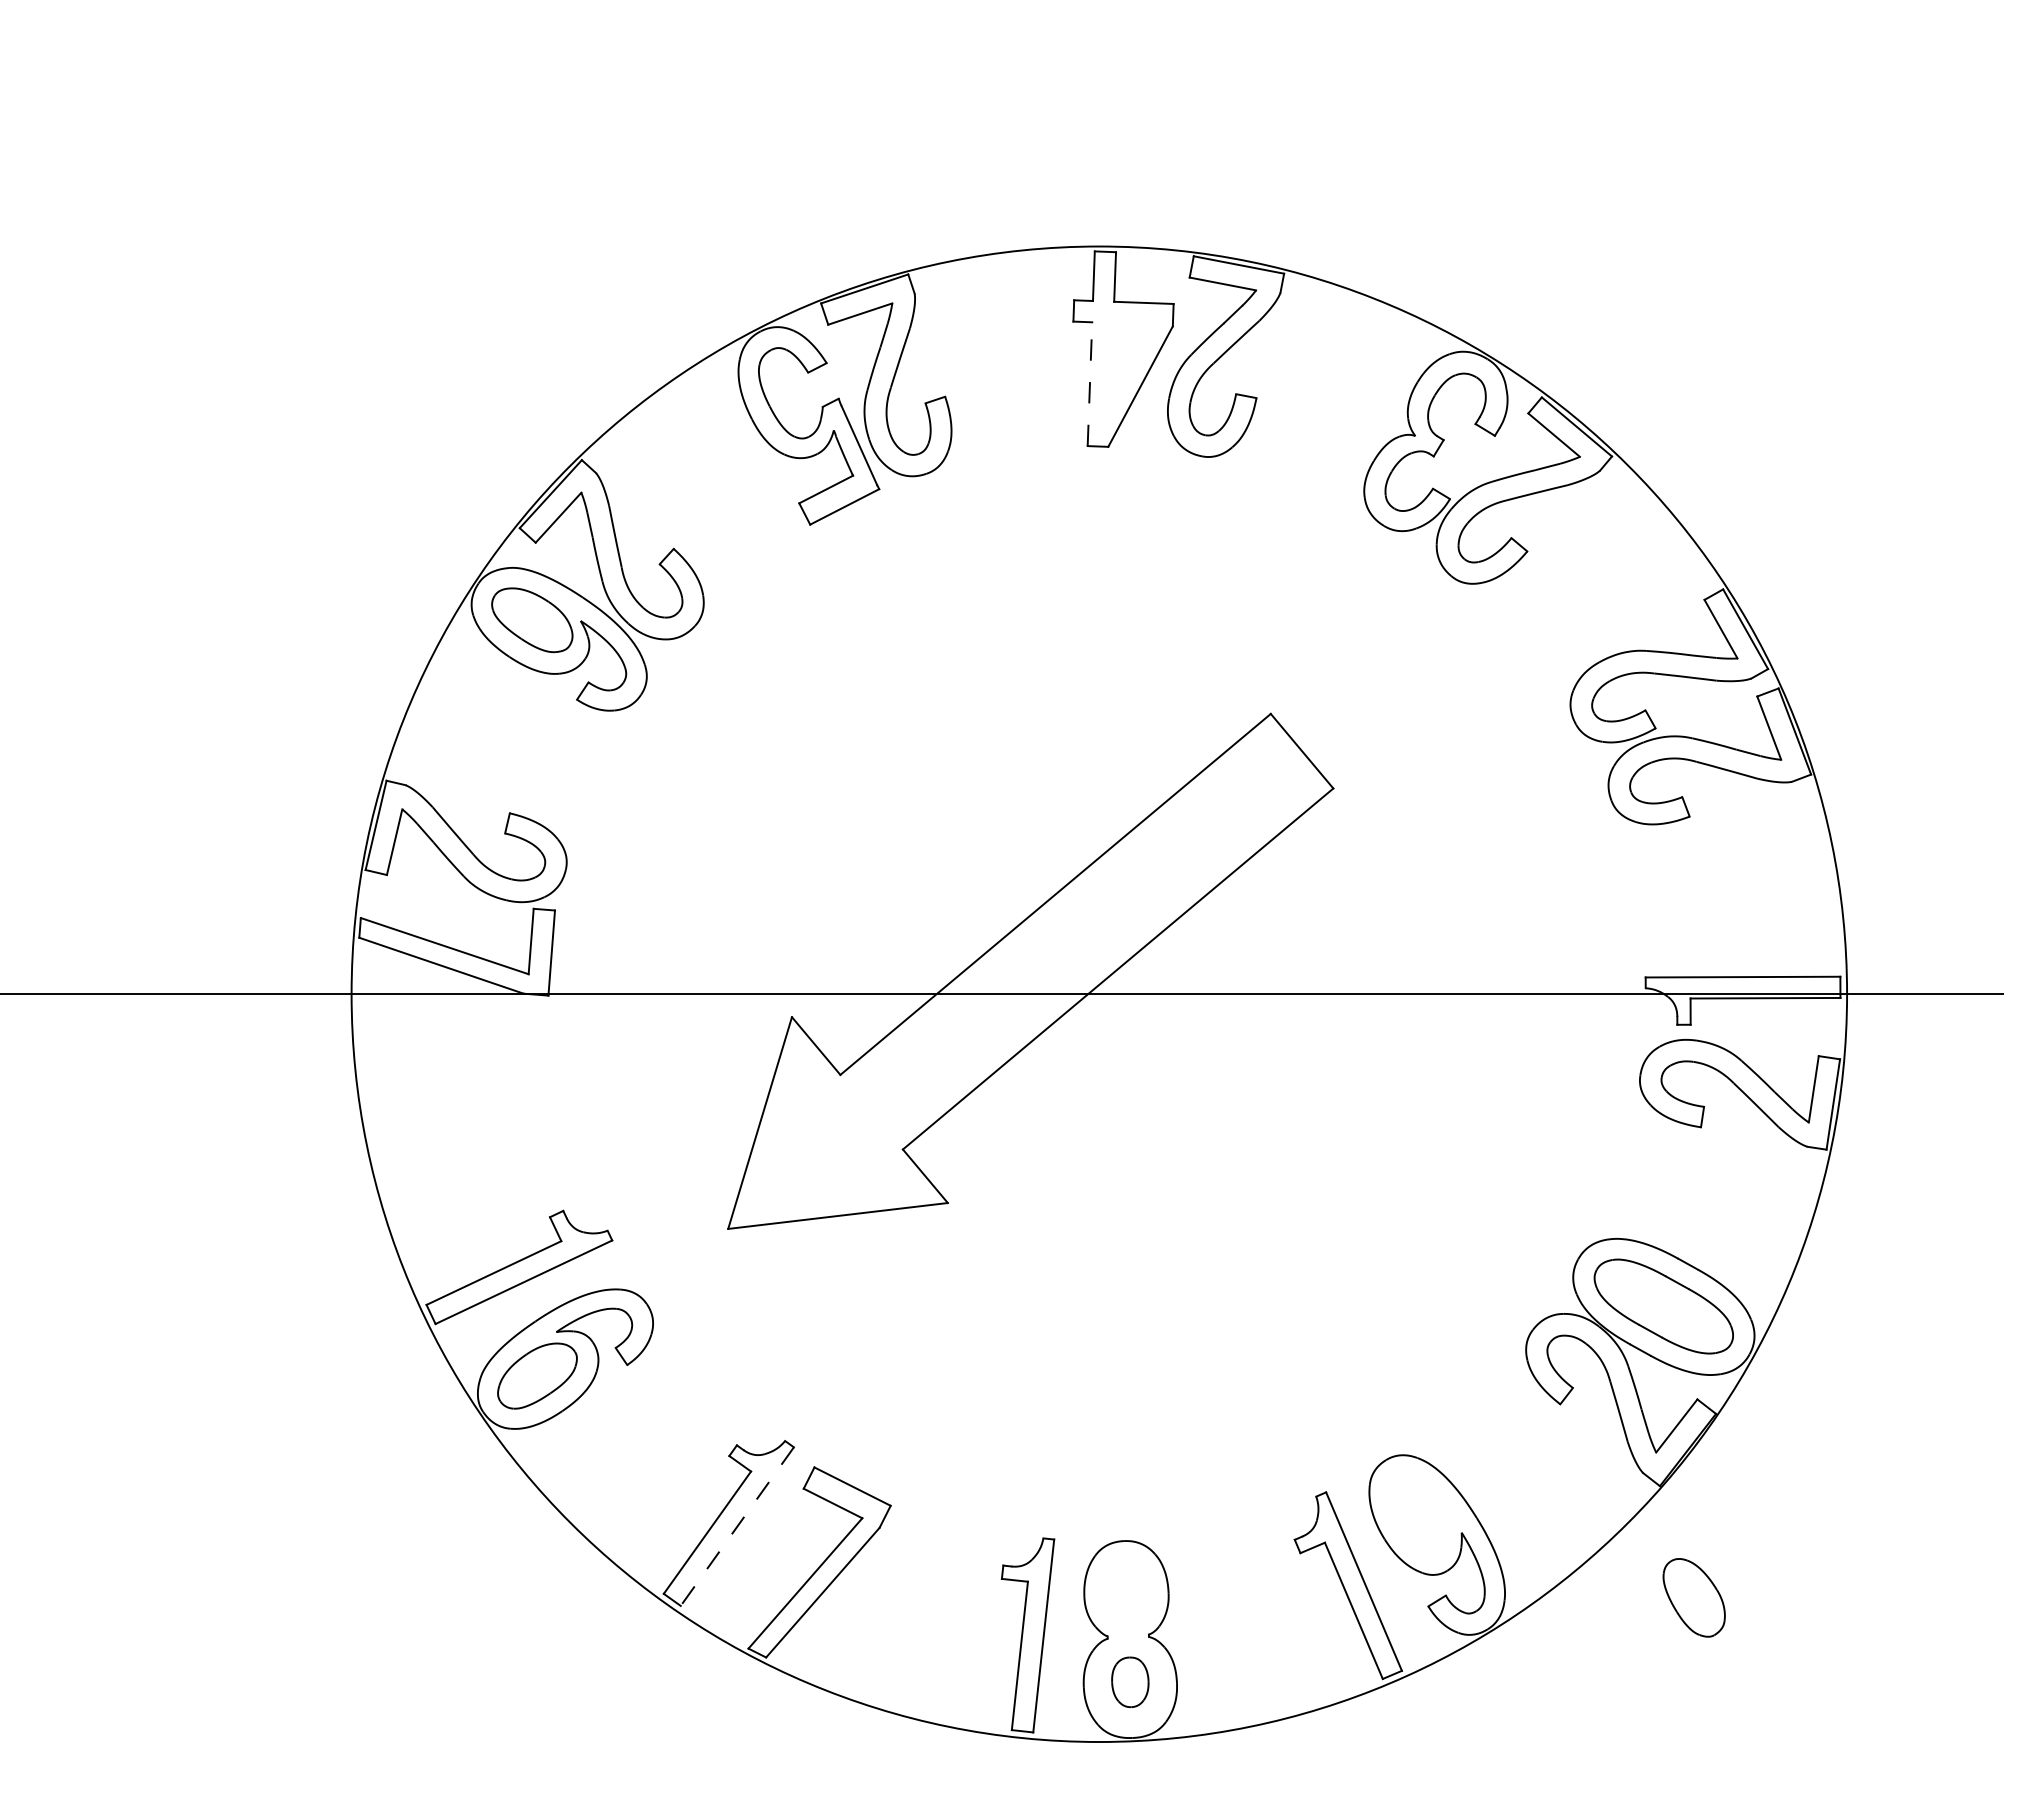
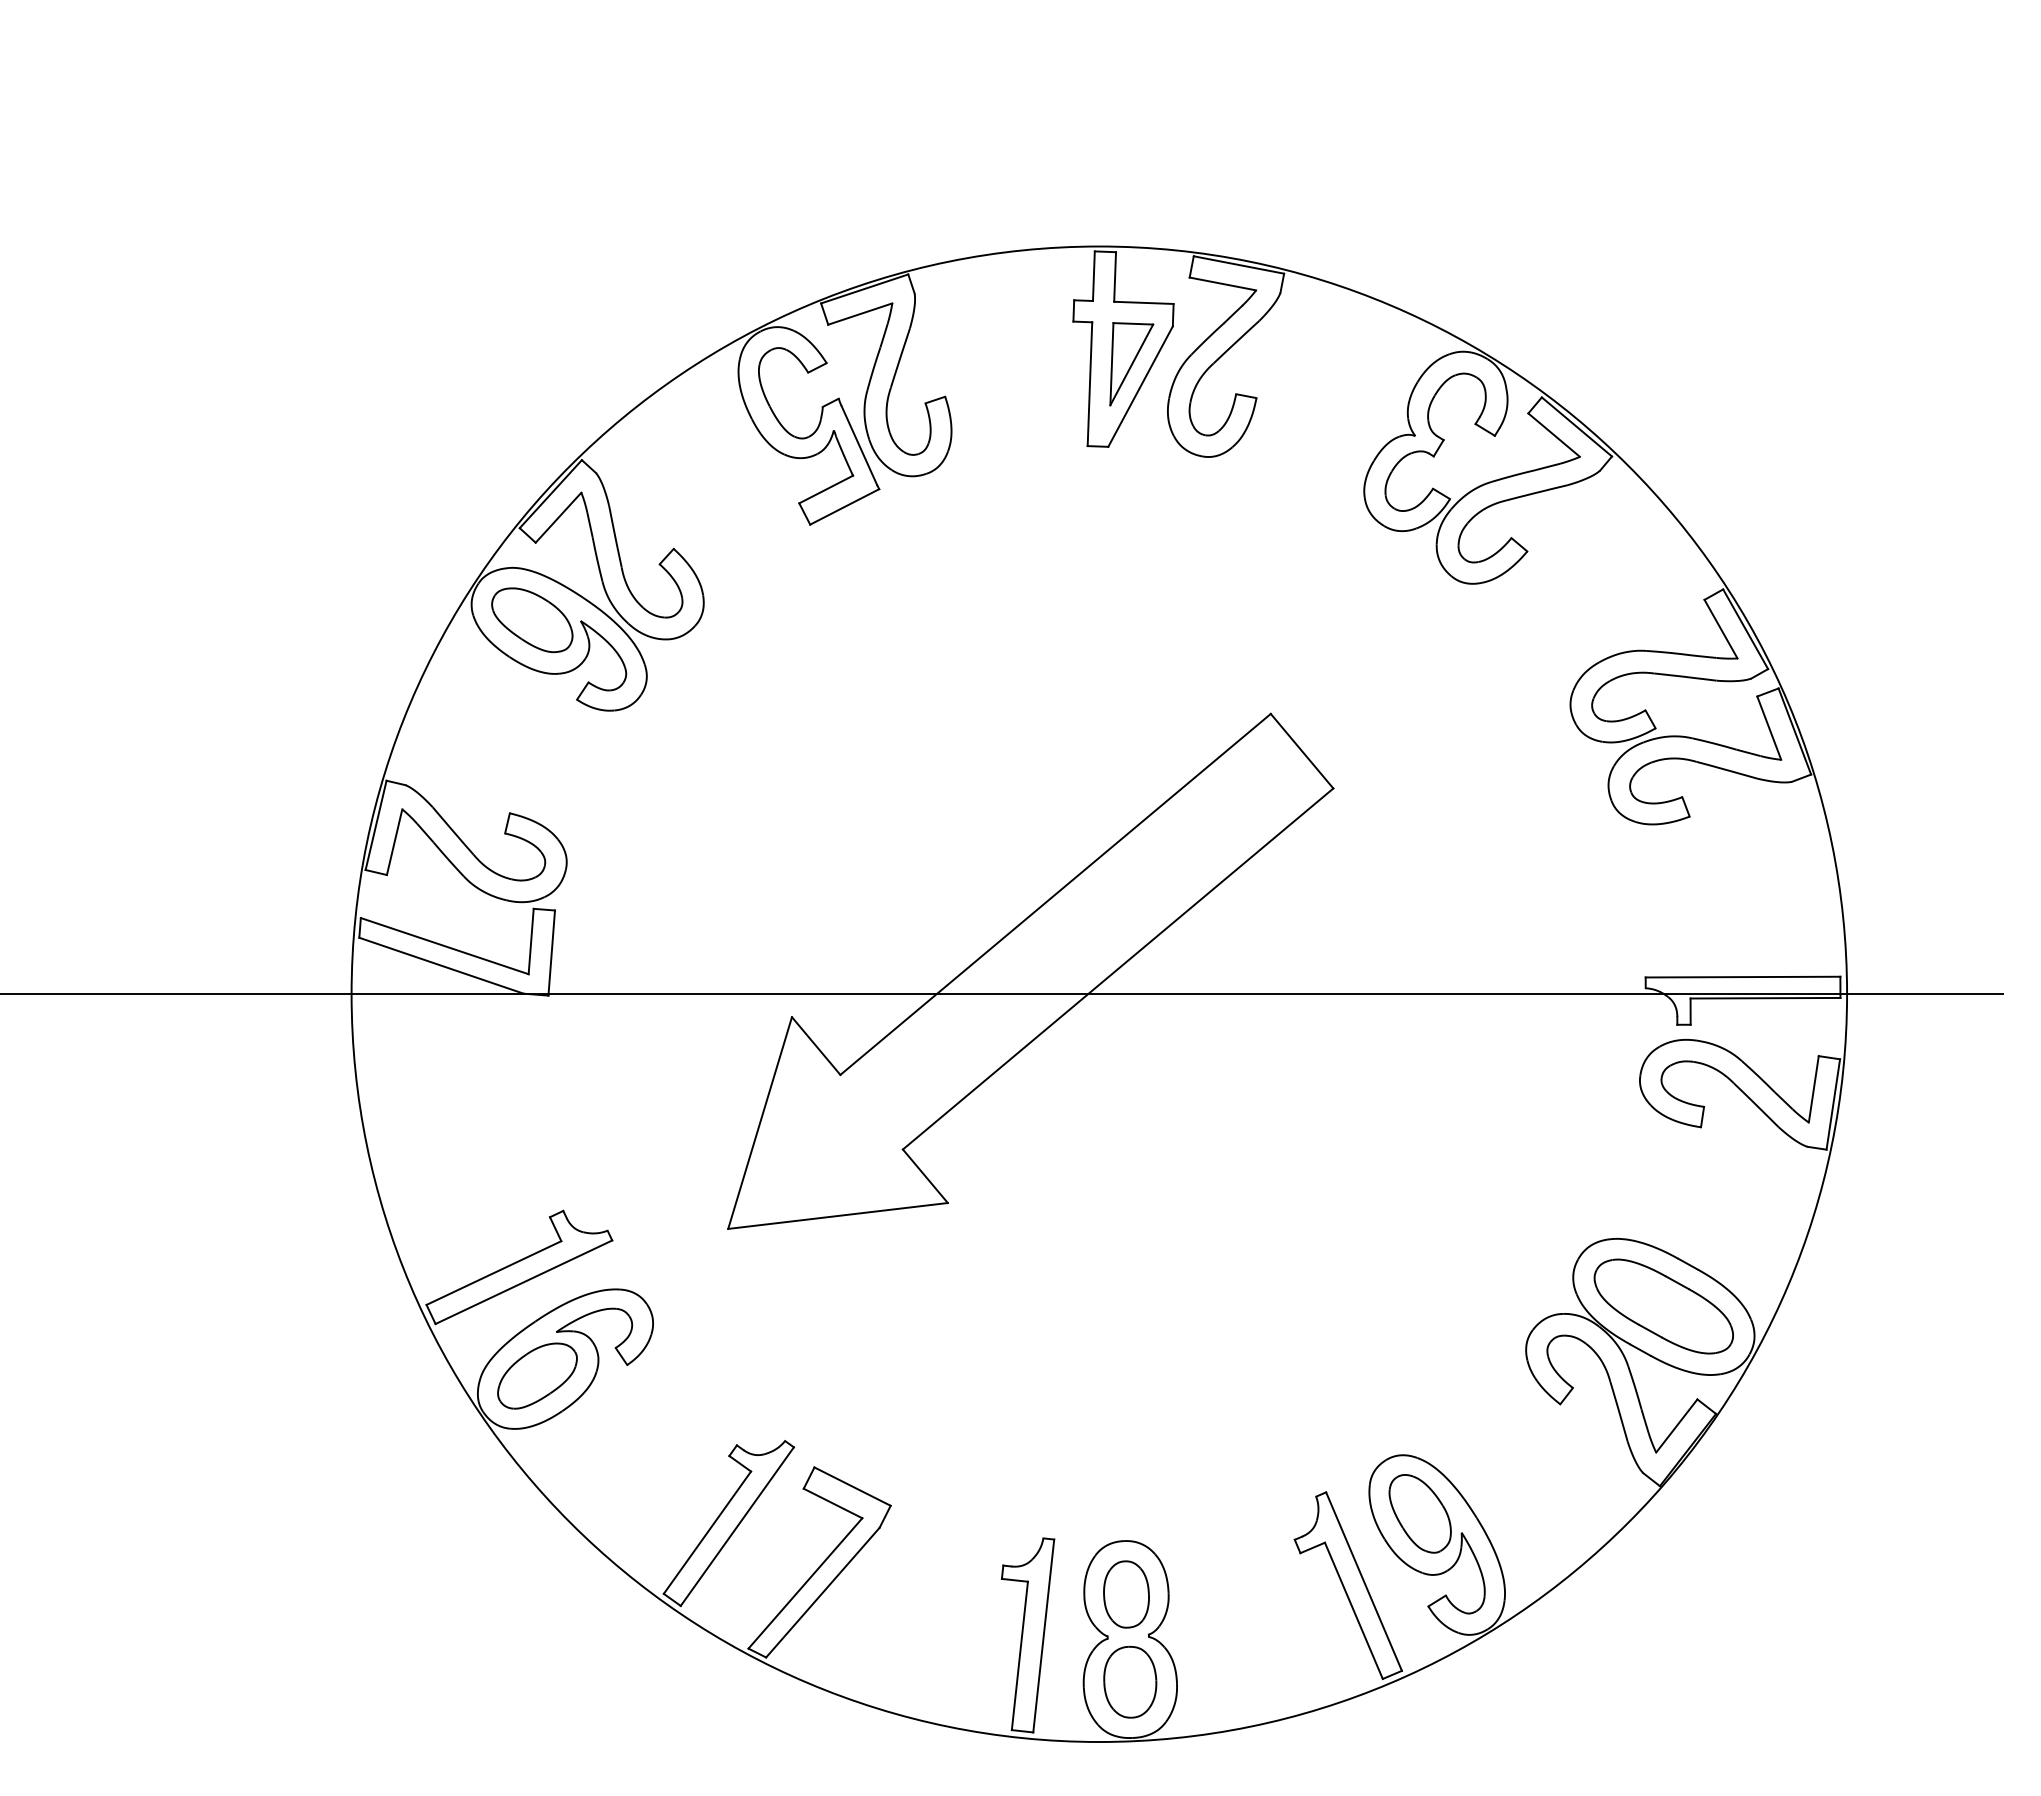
part at (1131, 364): none -> present
line at (1089, 384): dashed -> solid
line at (737, 1527): dashed -> solid
part at (1126, 1594): none -> present
part at (1693, 1597) position: (1693, 1597) -> (1419, 1513)
part at (1130, 1681) size: 39x52 px -> 55x73 px
